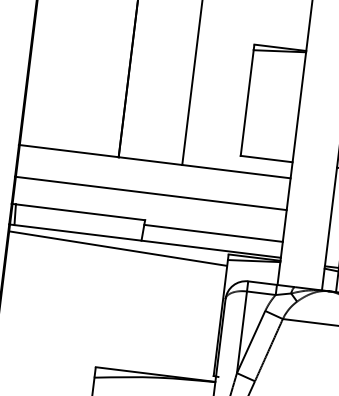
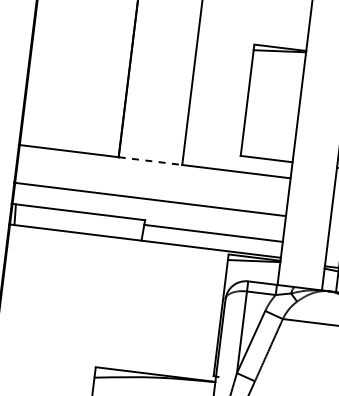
line at (150, 161): solid -> dashed
line at (150, 193) position: (150, 193) -> (149, 199)
line at (118, 248): present -> none
